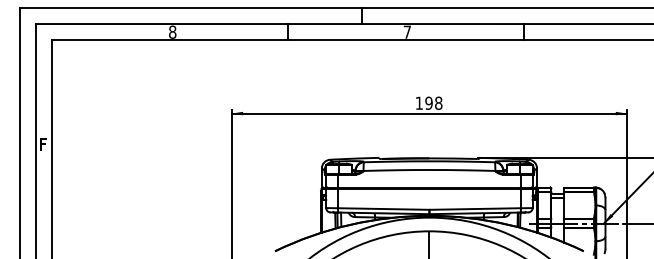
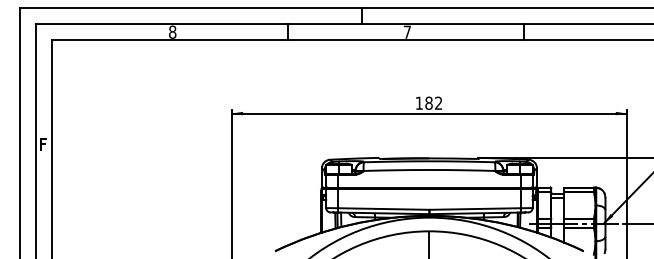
text at (433, 102): 198 -> 182
